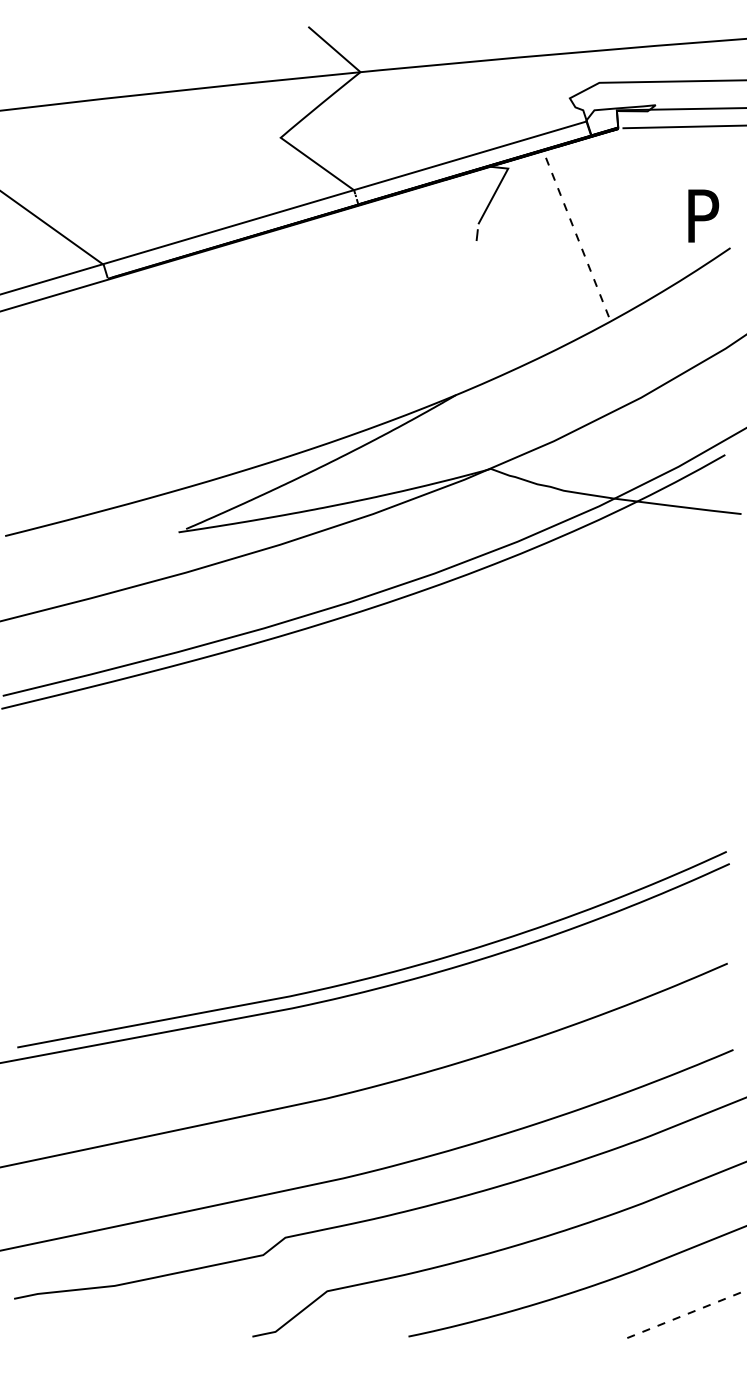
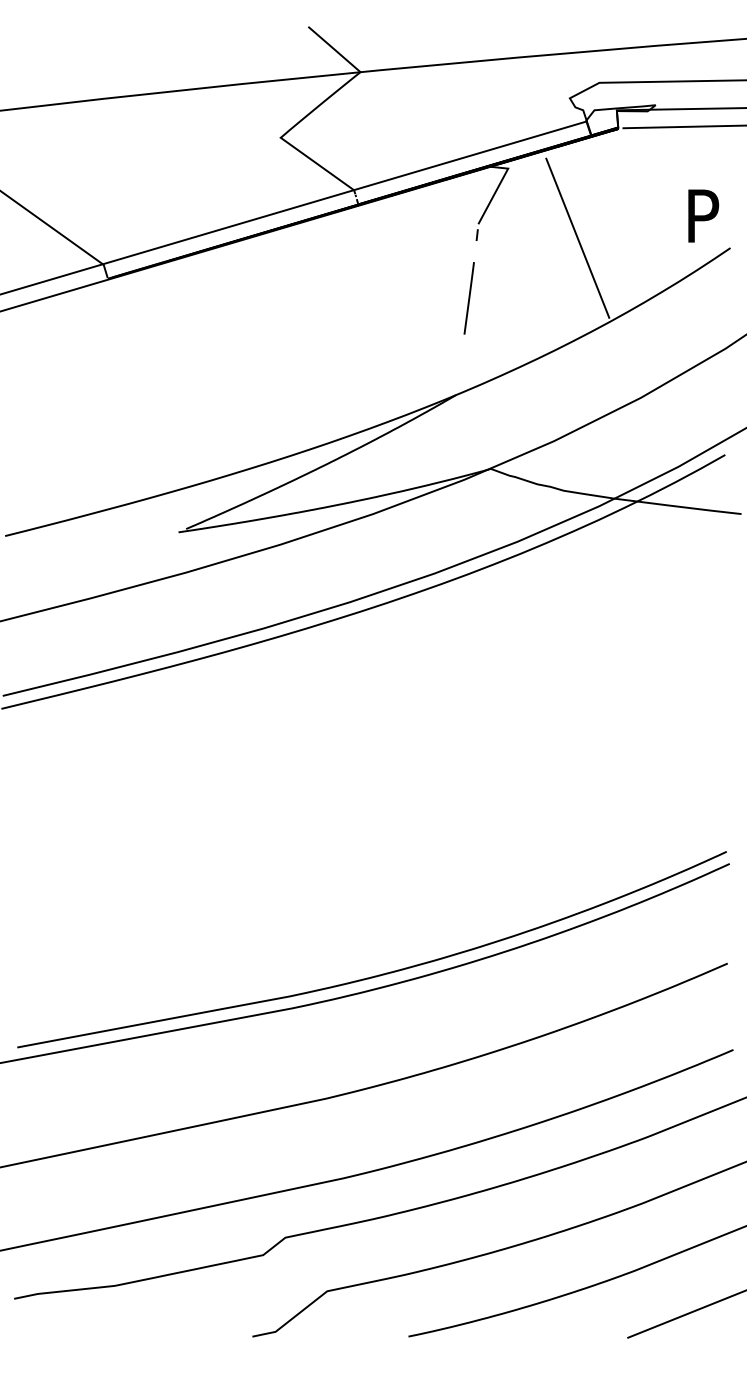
line at (577, 238): dashed -> solid
line at (468, 298): none -> present
line at (687, 1314): dashed -> solid
